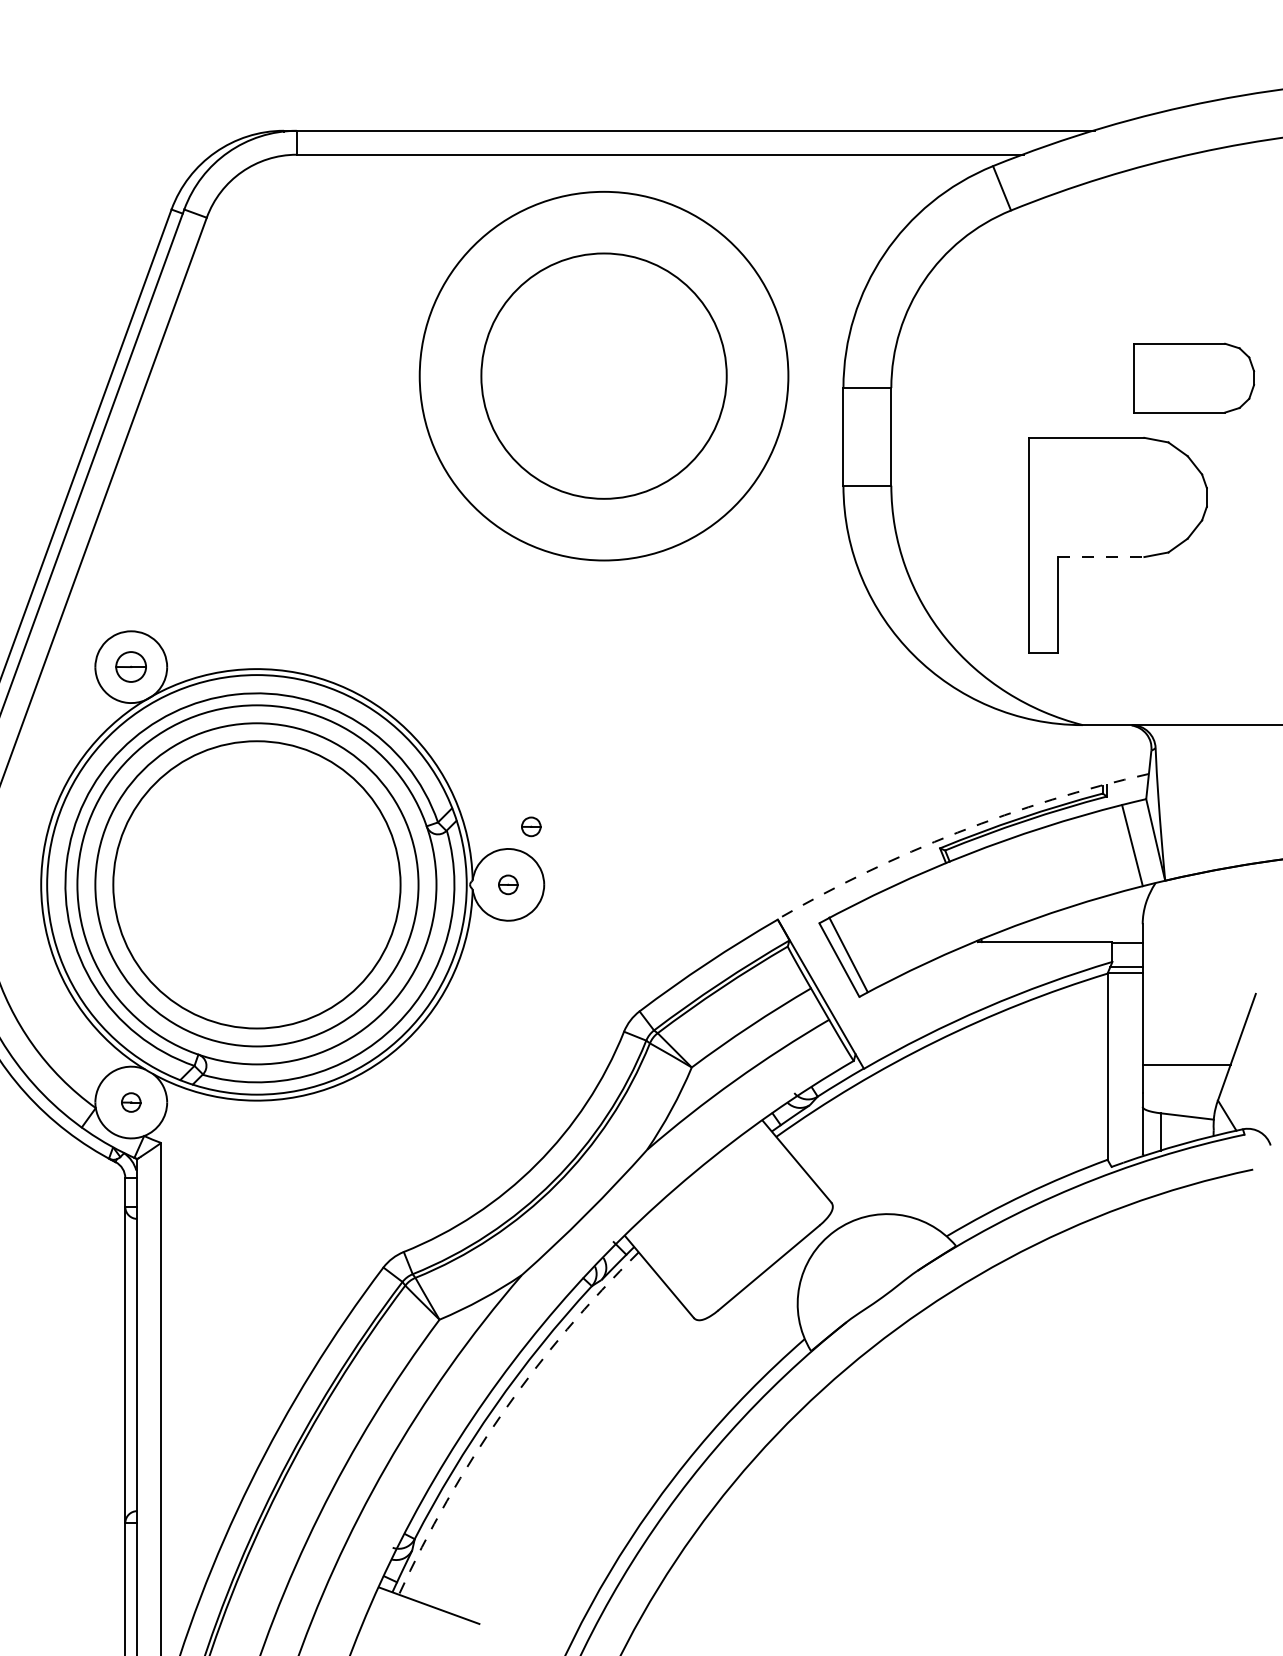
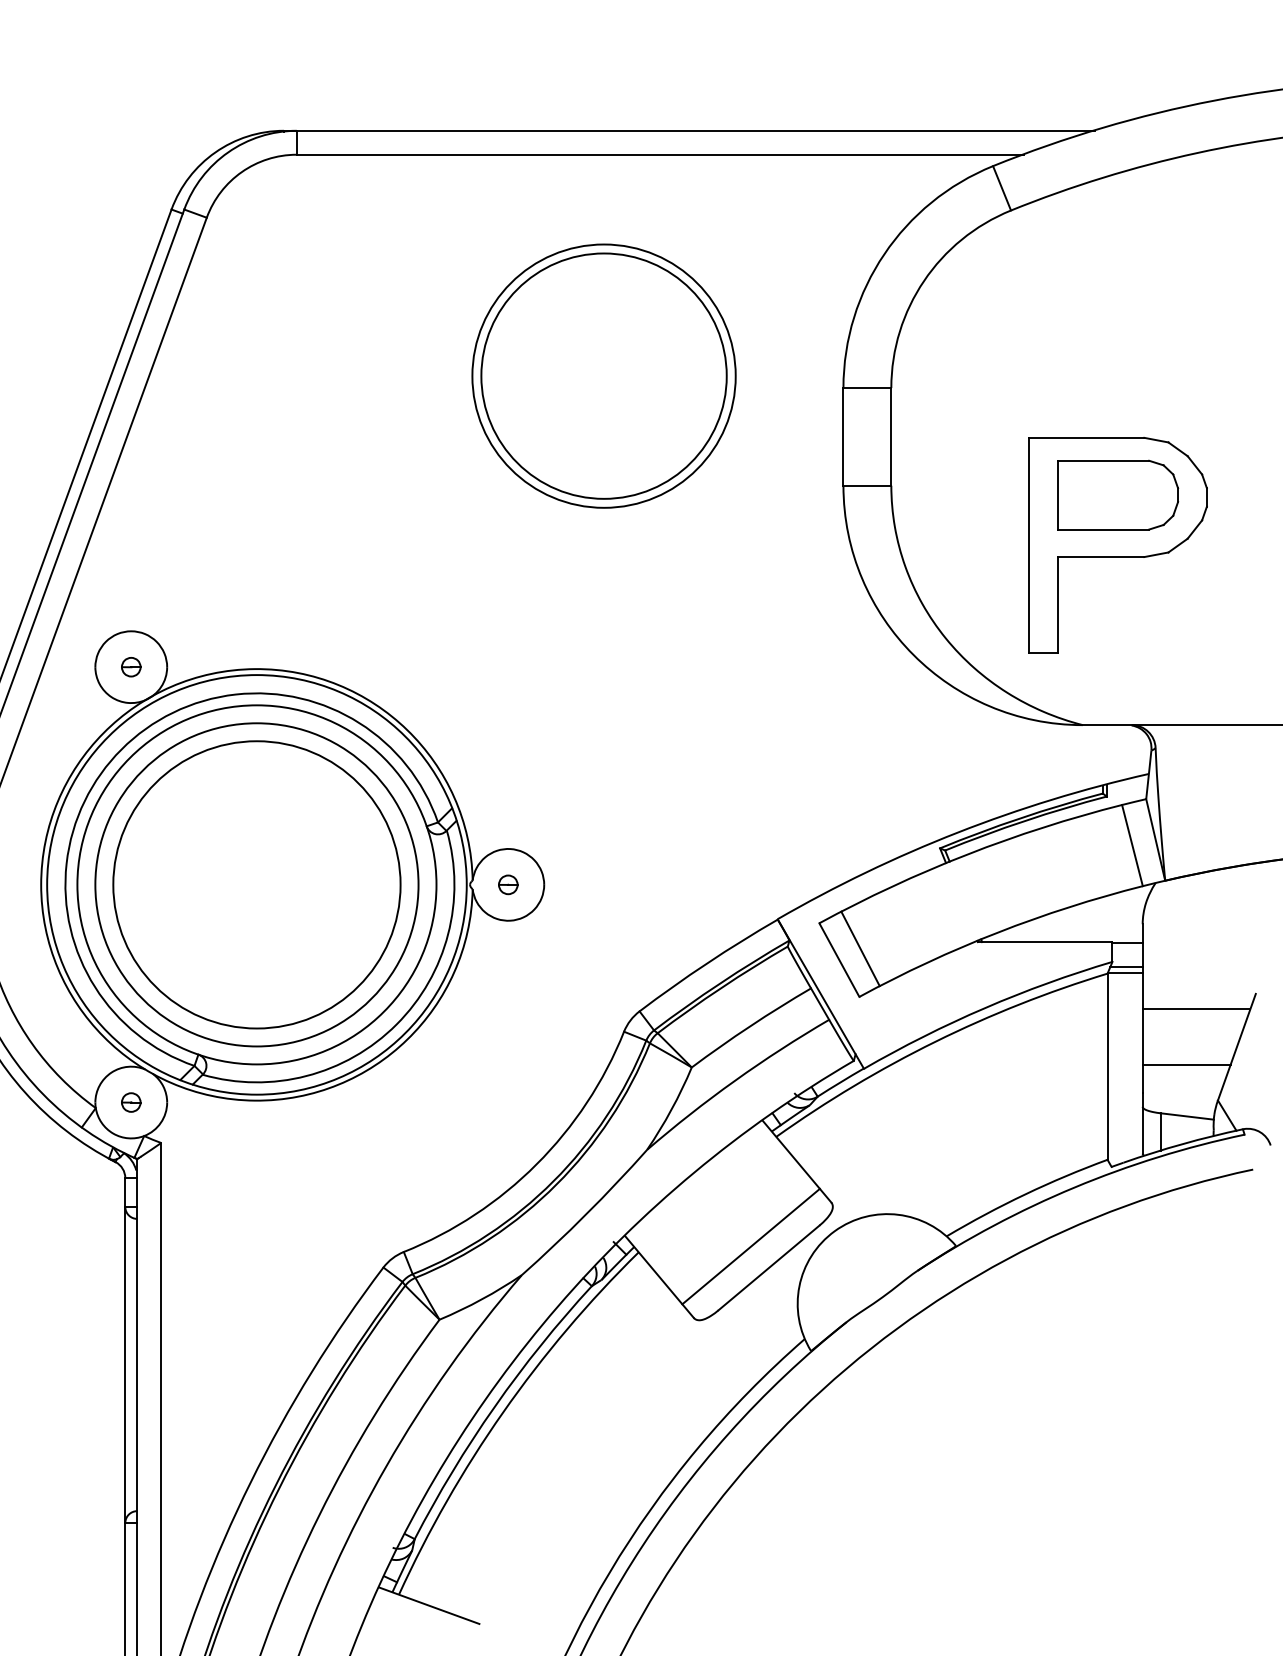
circle at (603, 375) diameter: 369 px -> 263 px
part at (1194, 377) position: (1194, 377) -> (1118, 494)
line at (1101, 557): dashed -> solid
part at (130, 666) size: 32x32 px -> 21x21 px
part at (531, 826): present -> none
arc at (957, 832): dashed -> solid
line at (848, 954) position: (848, 954) -> (860, 948)
line at (1196, 1009): none -> present
line at (750, 1246): none -> present
arc at (503, 1412): dashed -> solid
